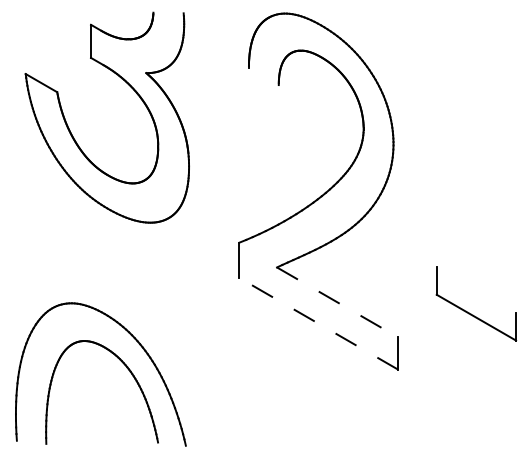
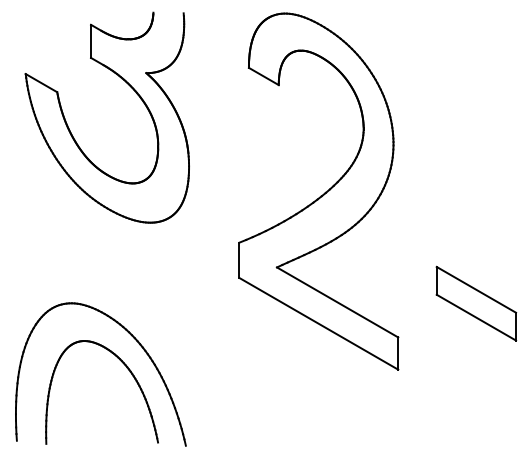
line at (263, 76): none -> present
line at (476, 289): none -> present
line at (337, 302): dashed -> solid
line at (318, 323): dashed -> solid
